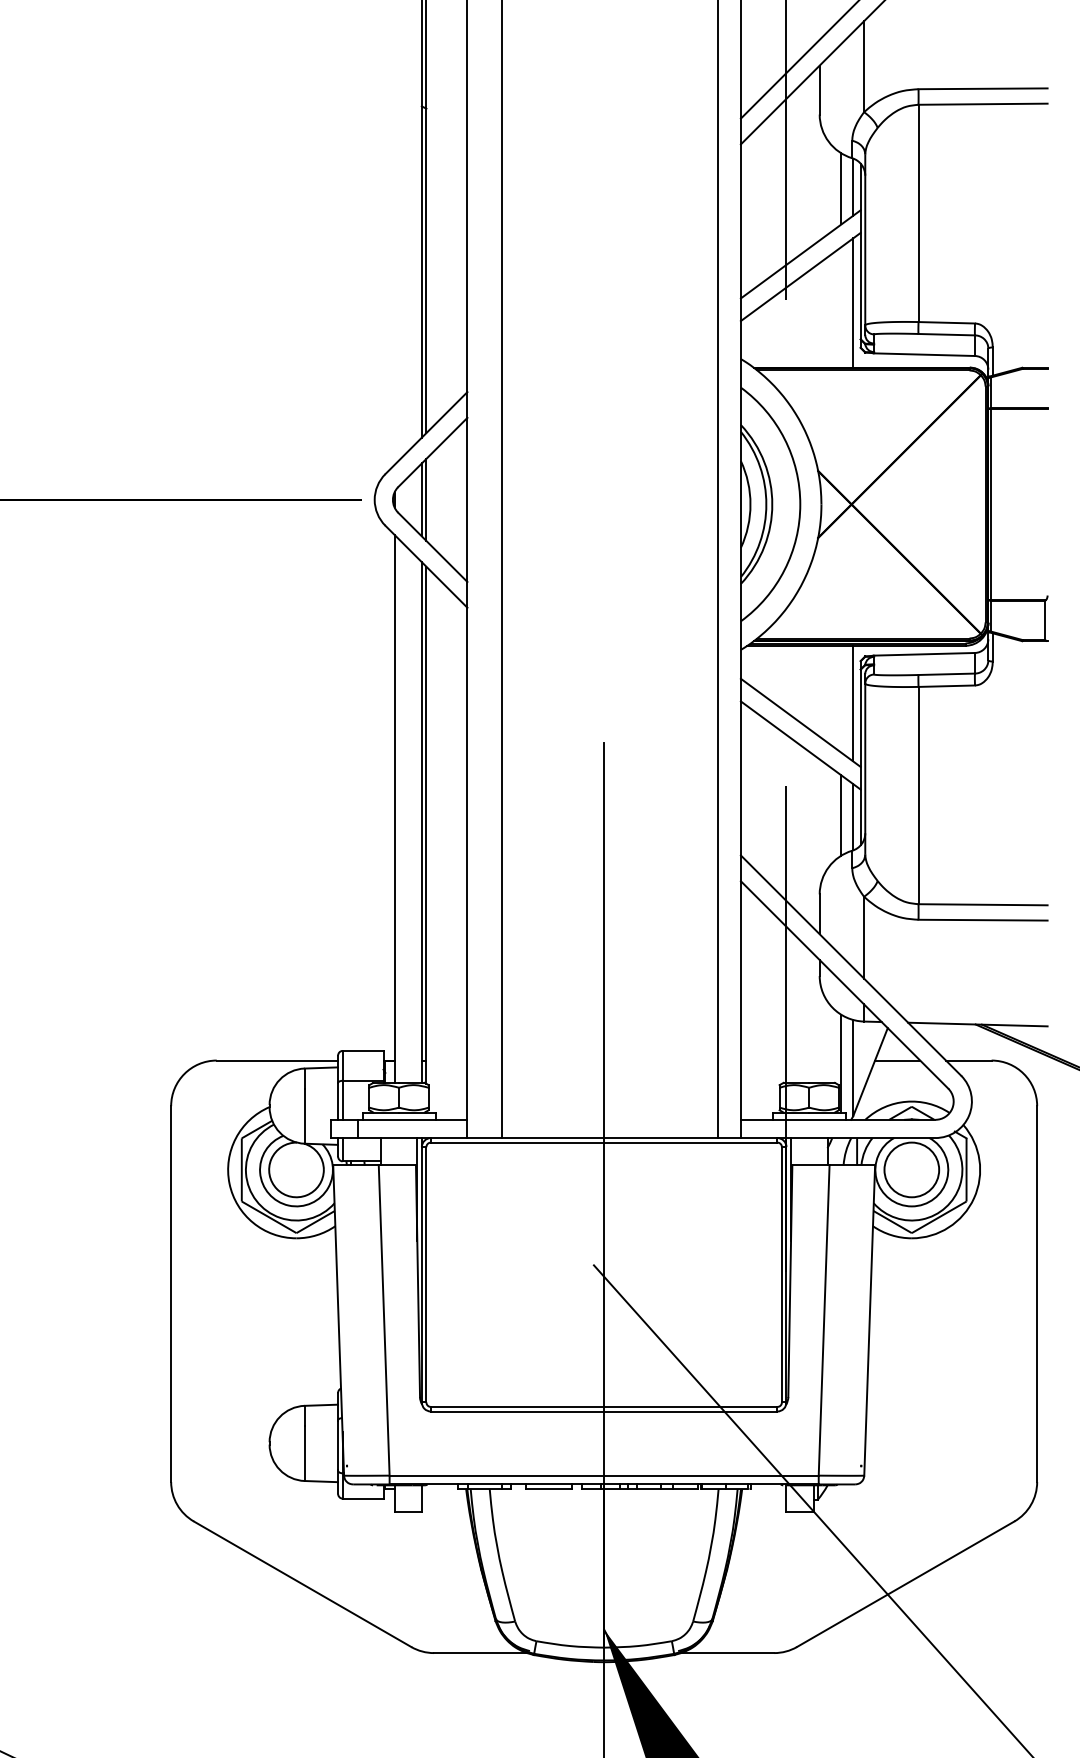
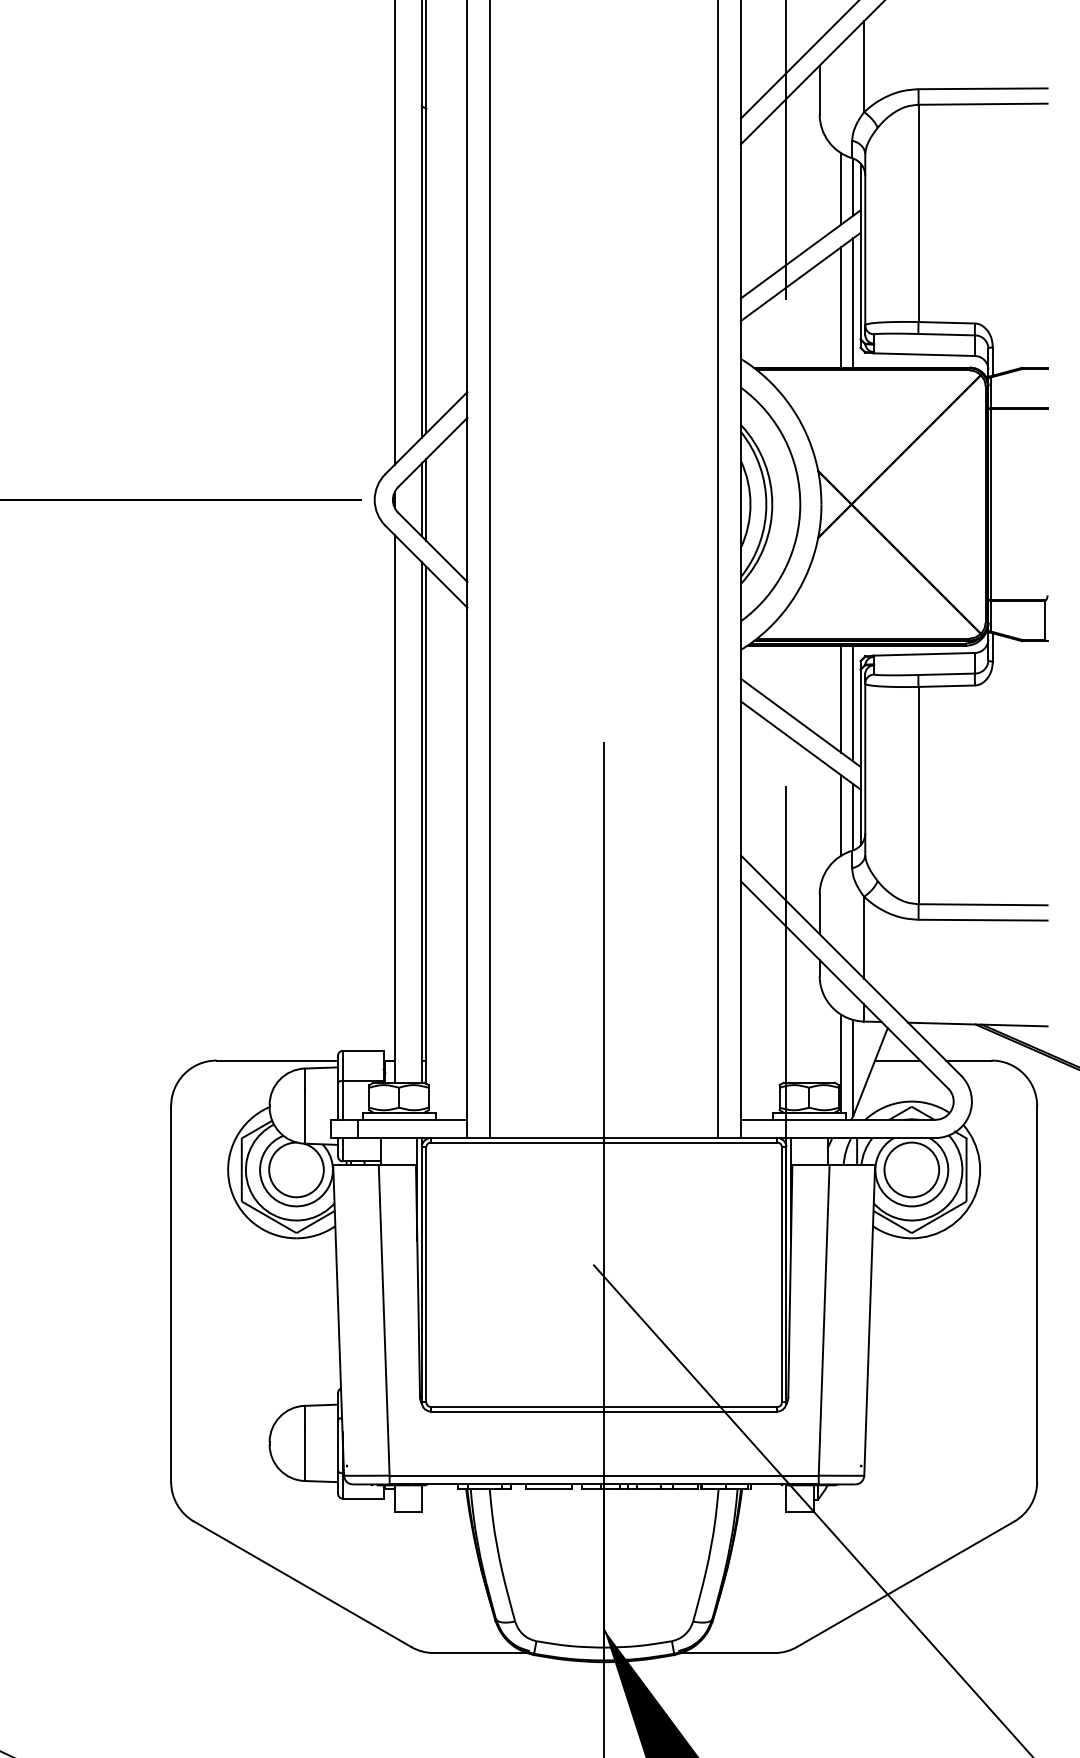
line at (394, 233): none -> present
line at (841, 307): none -> present
line at (502, 570) position: (502, 570) -> (490, 570)
line at (841, 698): none -> present
